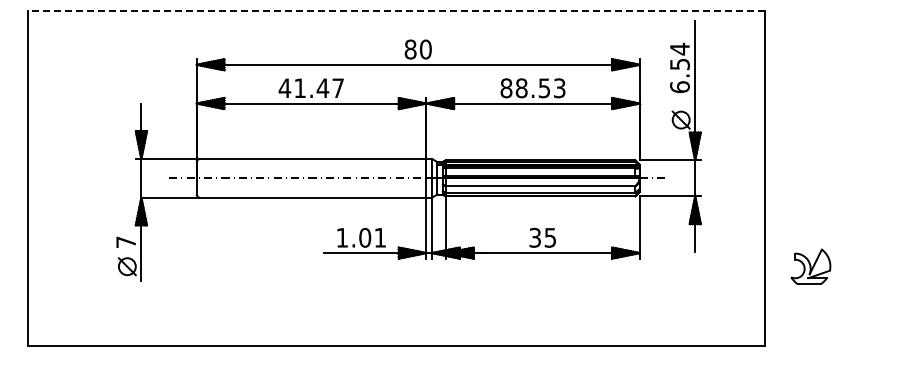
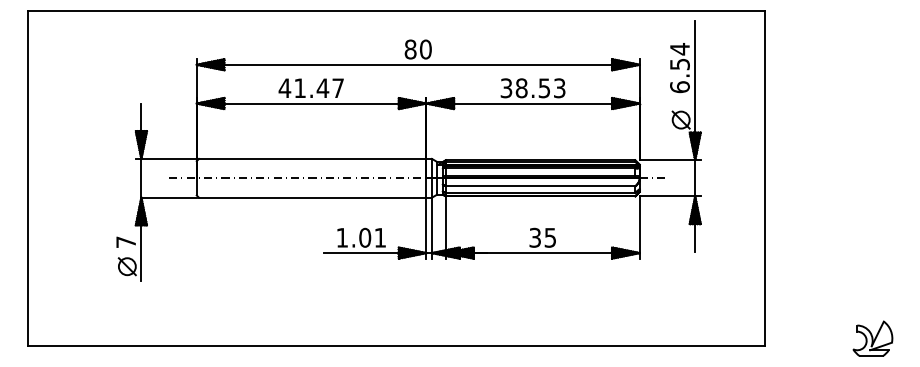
line at (396, 10): dashed -> solid
text at (506, 88): 88.53 -> 38.53
part at (810, 266) position: (810, 266) -> (872, 338)
